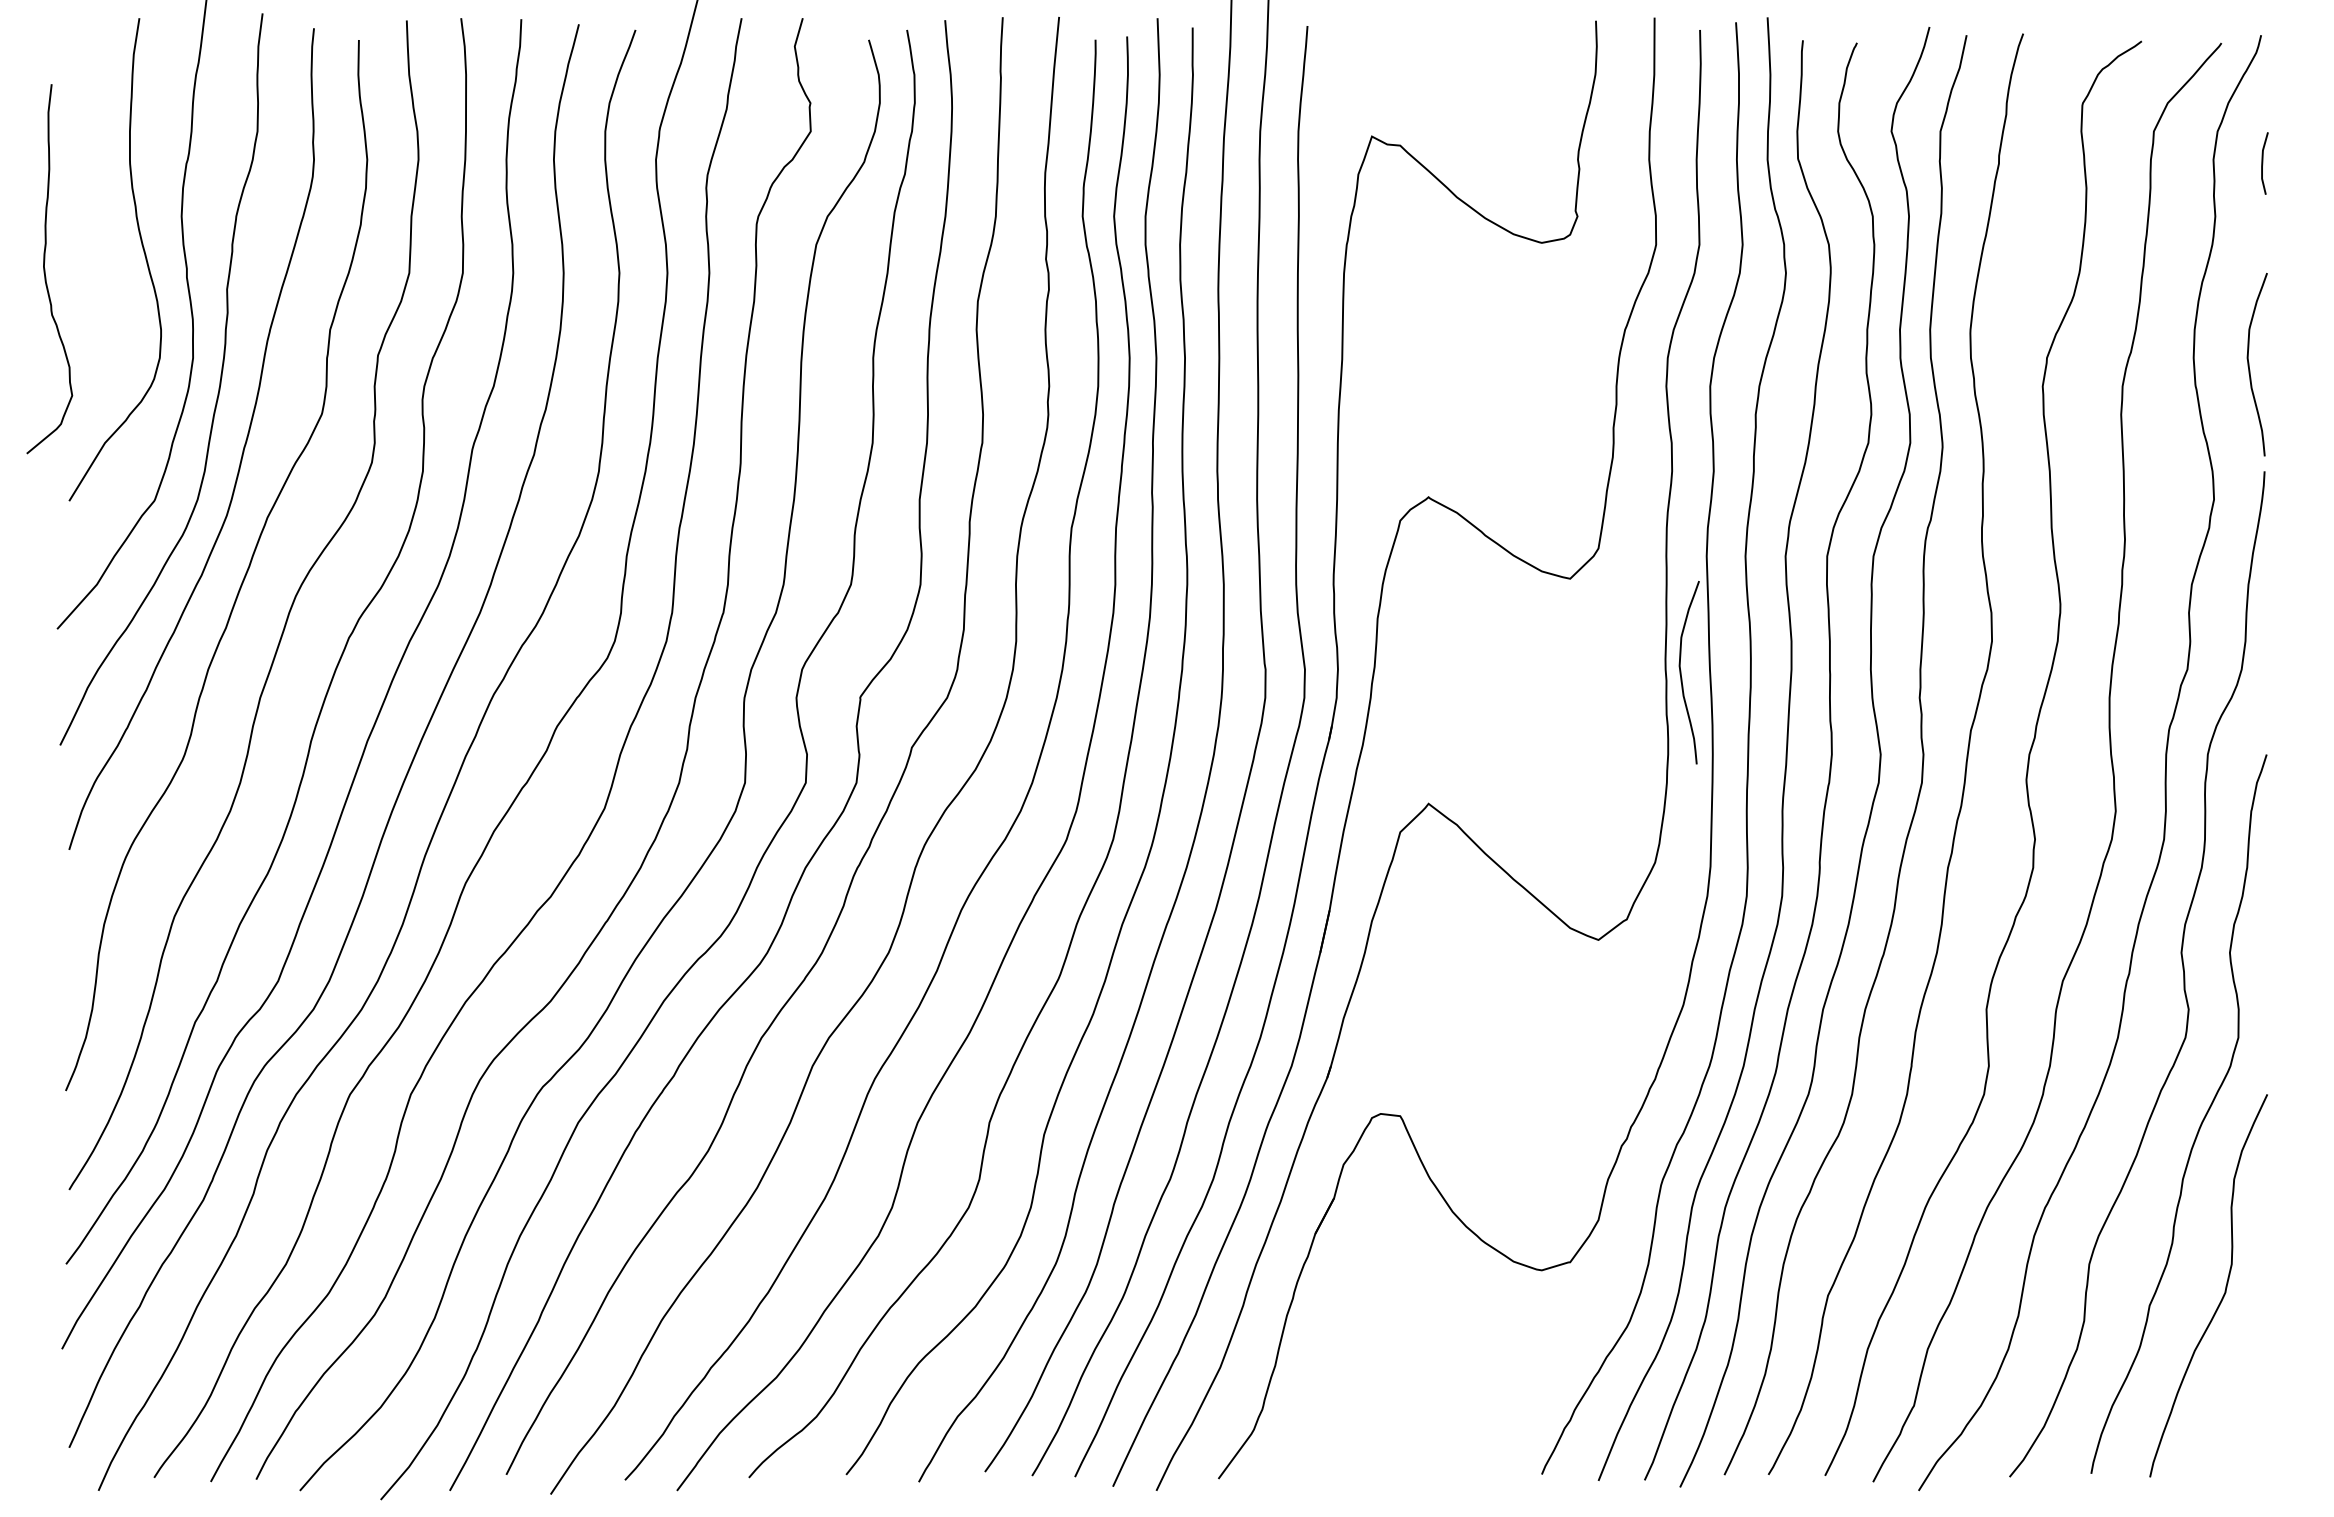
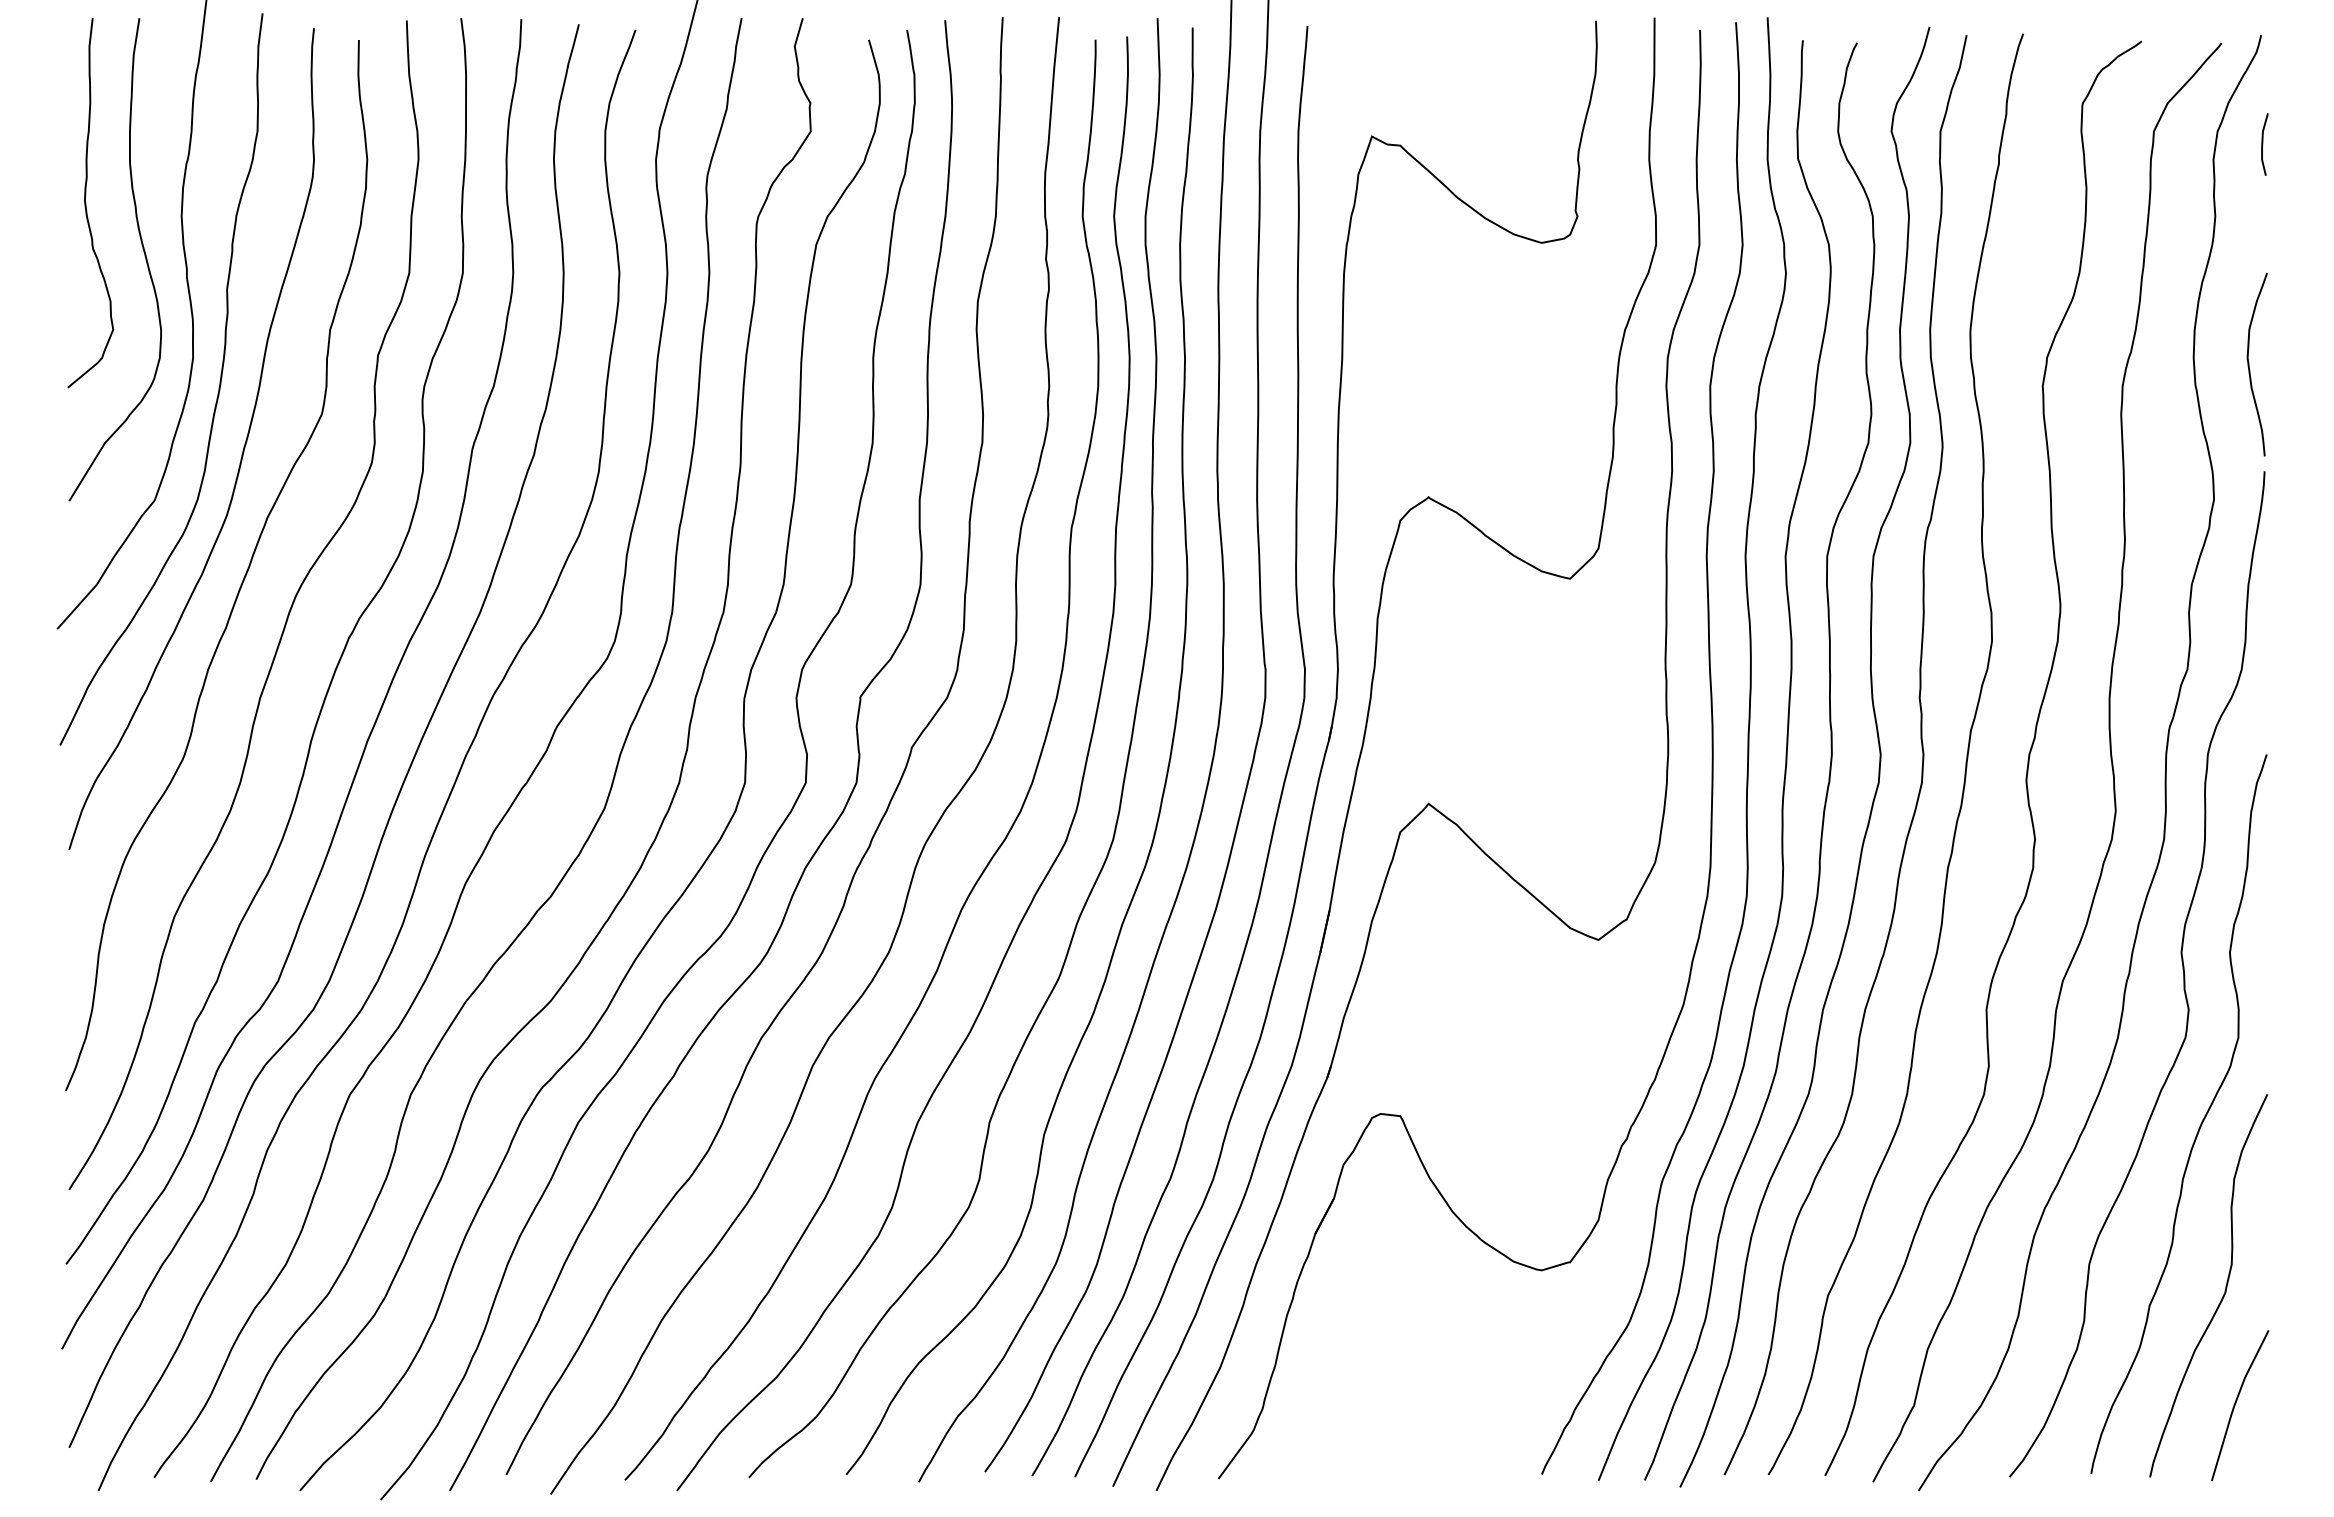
line at (2263, 163) position: (2263, 163) -> (2263, 144)
curve at (45, 269) position: (45, 269) -> (86, 203)
curve at (1681, 672): present -> none
line at (2236, 1403): none -> present
